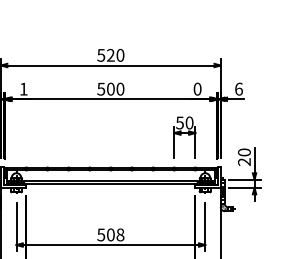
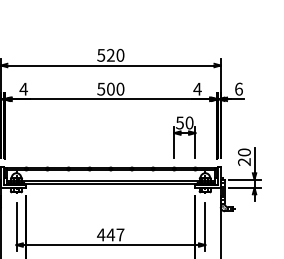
text at (23, 88): 1 -> 4
text at (197, 88): 0 -> 4
text at (110, 234): 508 -> 447
